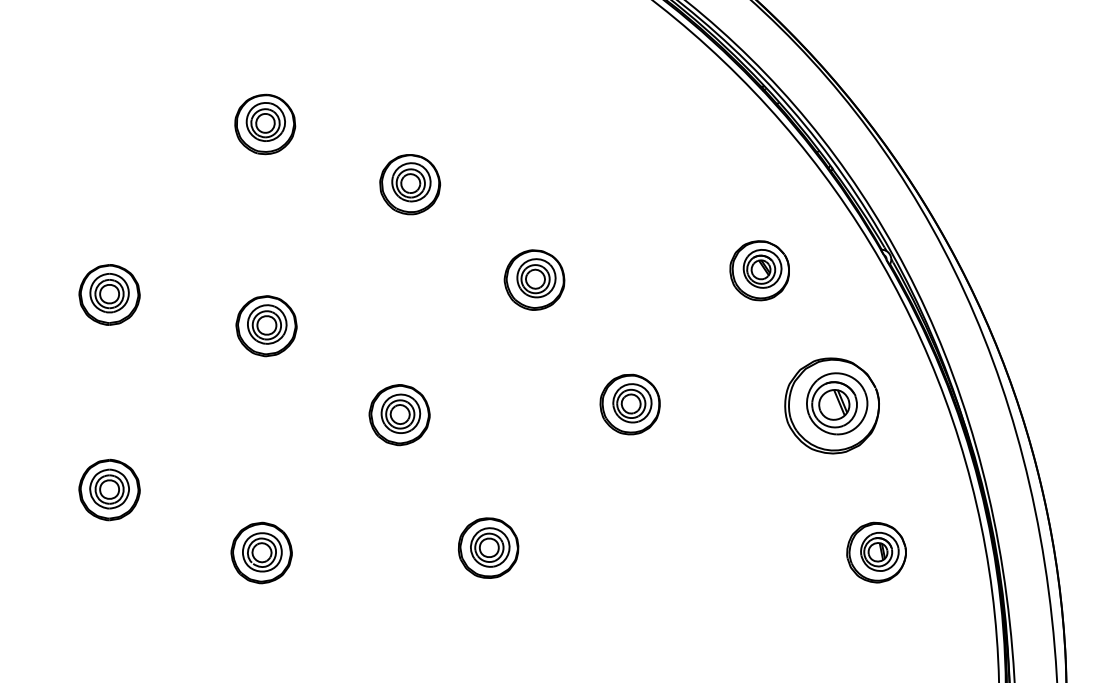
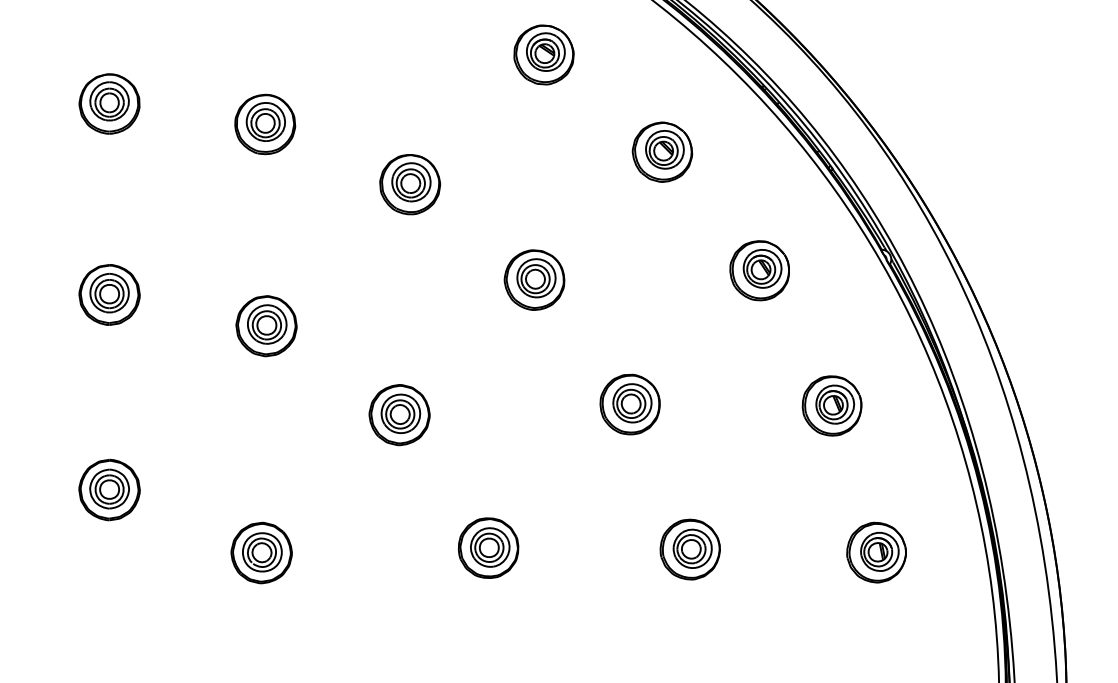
part at (543, 54): none -> present
part at (109, 103): none -> present
part at (662, 151): none -> present
part at (831, 405) size: 96x98 px -> 62x62 px
part at (689, 549): none -> present
